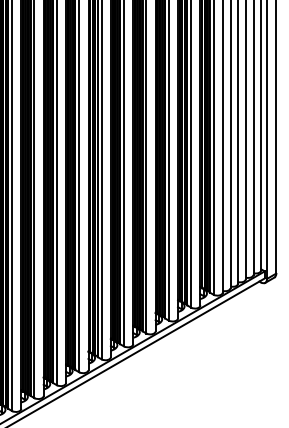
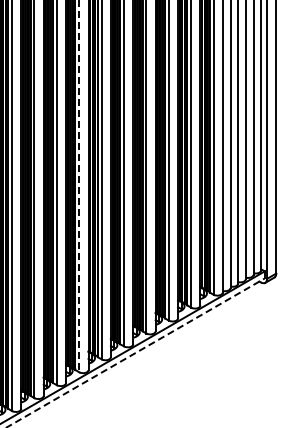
line at (79, 186): solid -> dashed
line at (135, 352): solid -> dashed
